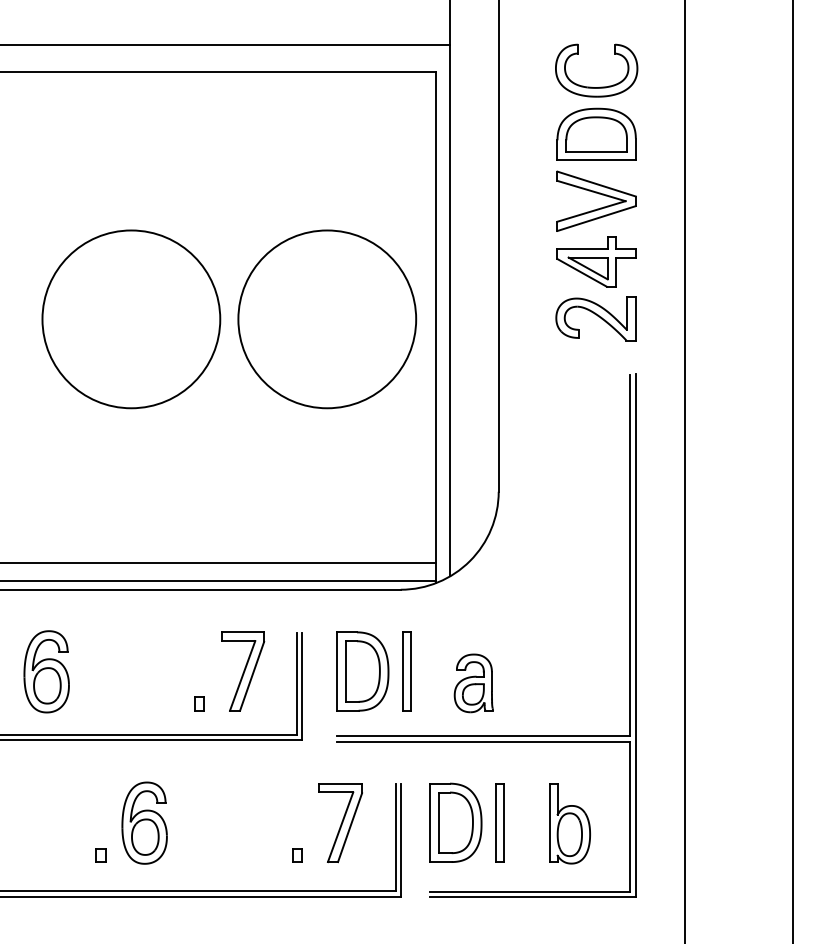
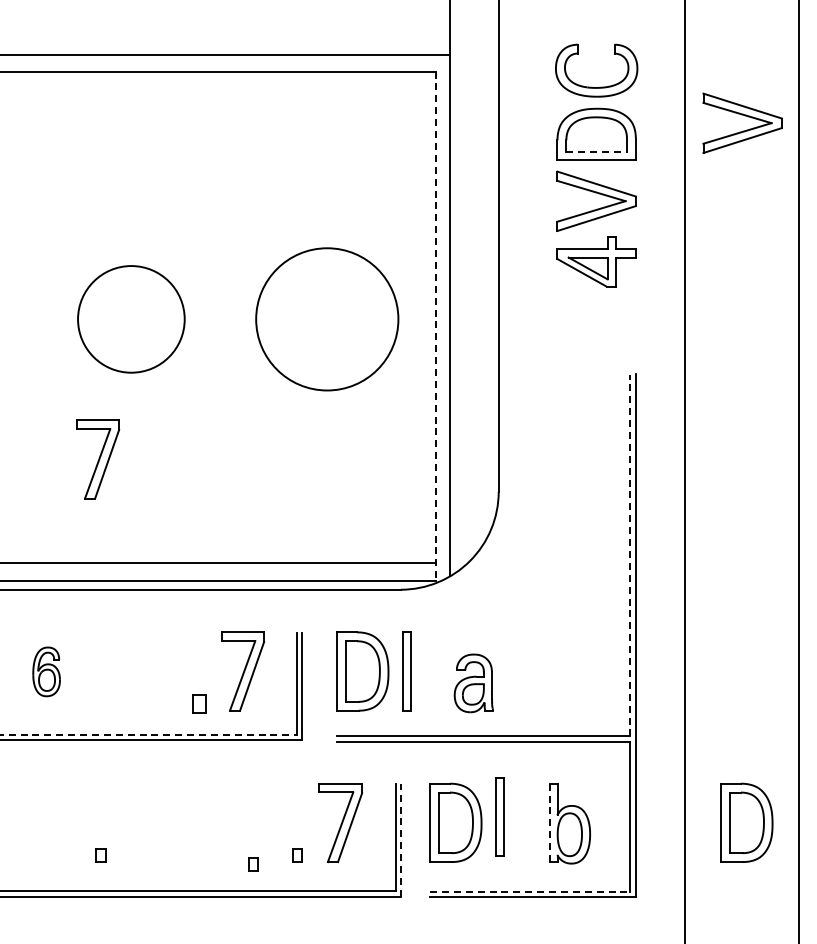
line at (225, 45) position: (225, 45) -> (225, 55)
part at (744, 116): none -> present
line at (597, 151): solid -> dashed
part at (595, 318): present -> none
circle at (131, 319) diameter: 178 px -> 107 px
circle at (327, 319) diameter: 178 px -> 142 px
line at (435, 327): solid -> dashed
part at (98, 459): none -> present
line at (792, 471) position: (792, 471) -> (798, 471)
line at (630, 555): solid -> dashed
part at (46, 671) size: 47x84 px -> 29x52 px
part at (199, 703) size: 11x16 px -> 15x20 px
line at (149, 734): solid -> dashed
part at (144, 822): present -> none
part at (499, 822) position: (499, 822) -> (499, 816)
line at (549, 822): solid -> dashed
part at (746, 822): none -> present
line at (401, 840): solid -> dashed
part at (253, 864): none -> present
line at (530, 892): solid -> dashed
